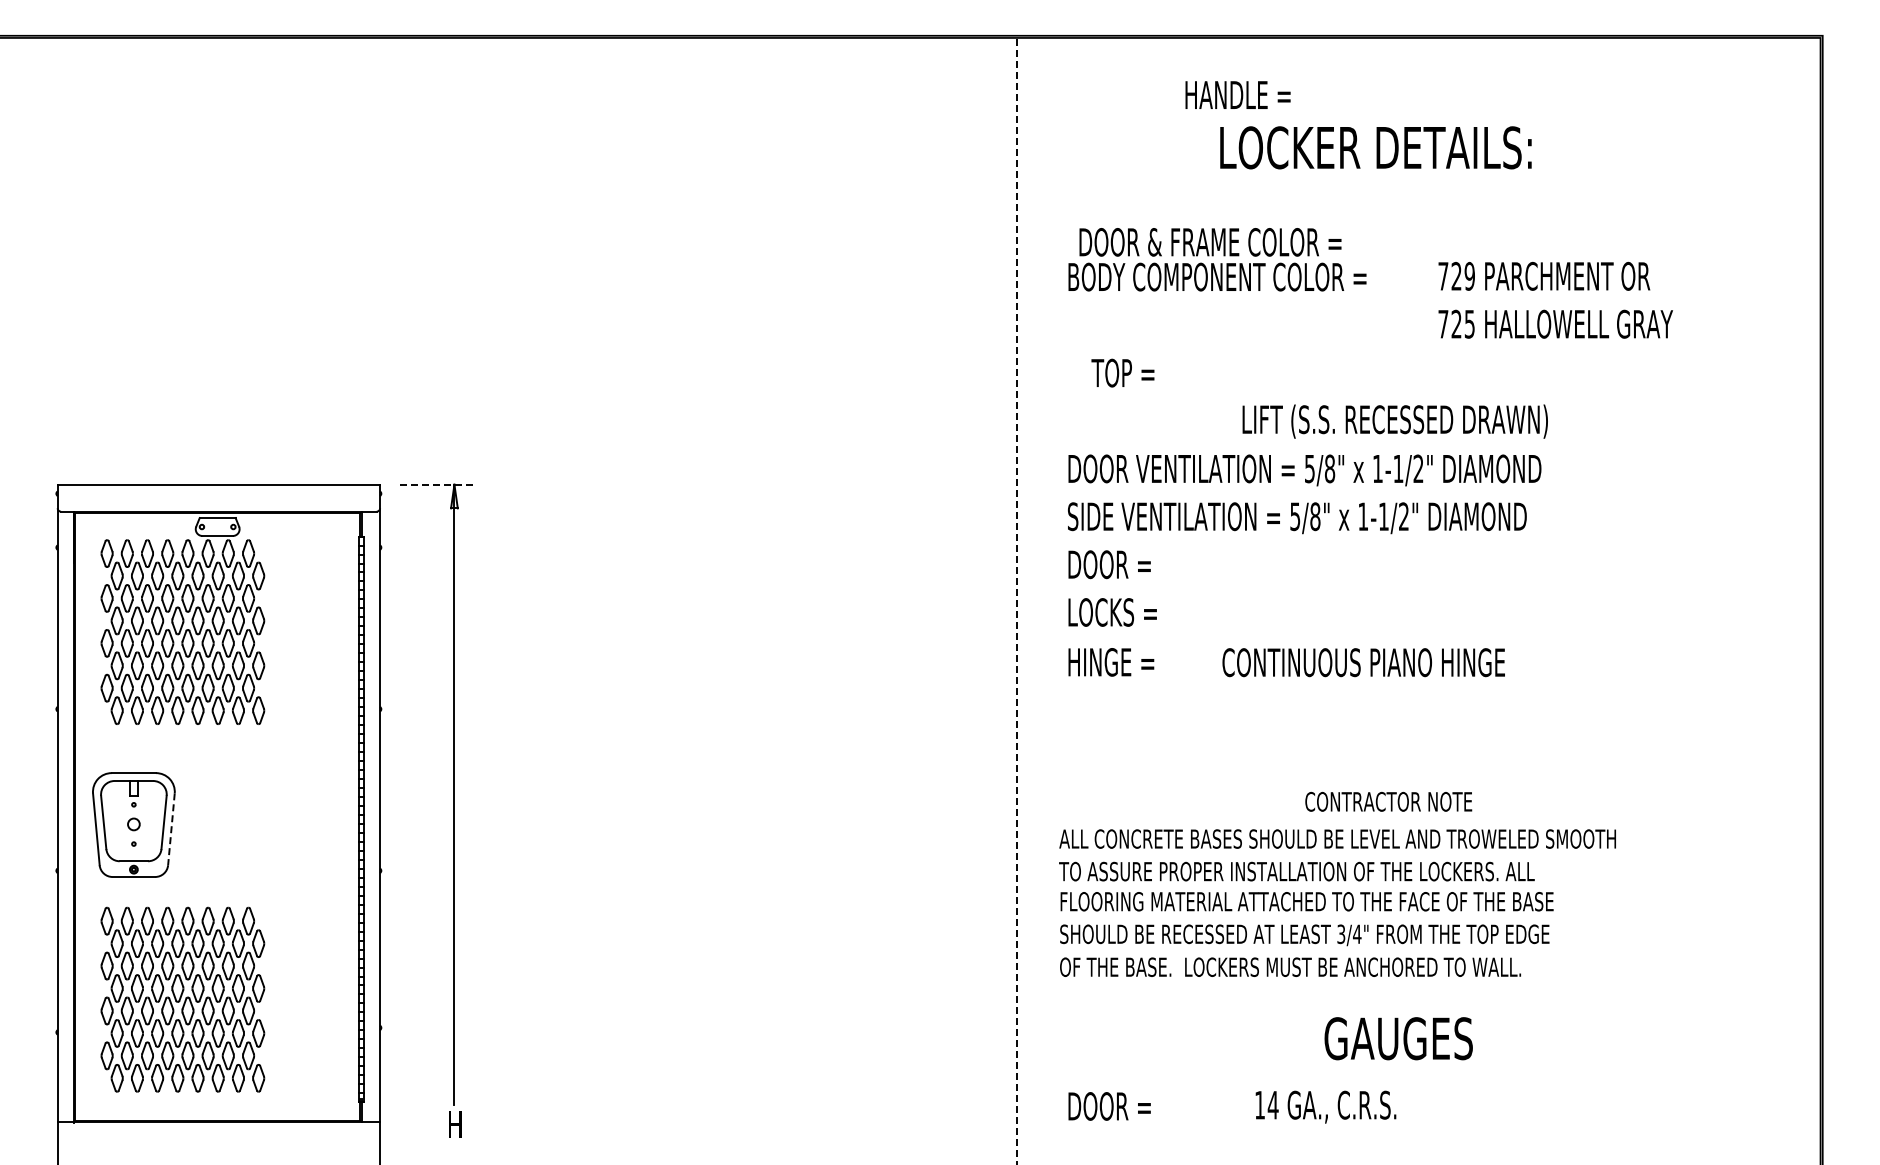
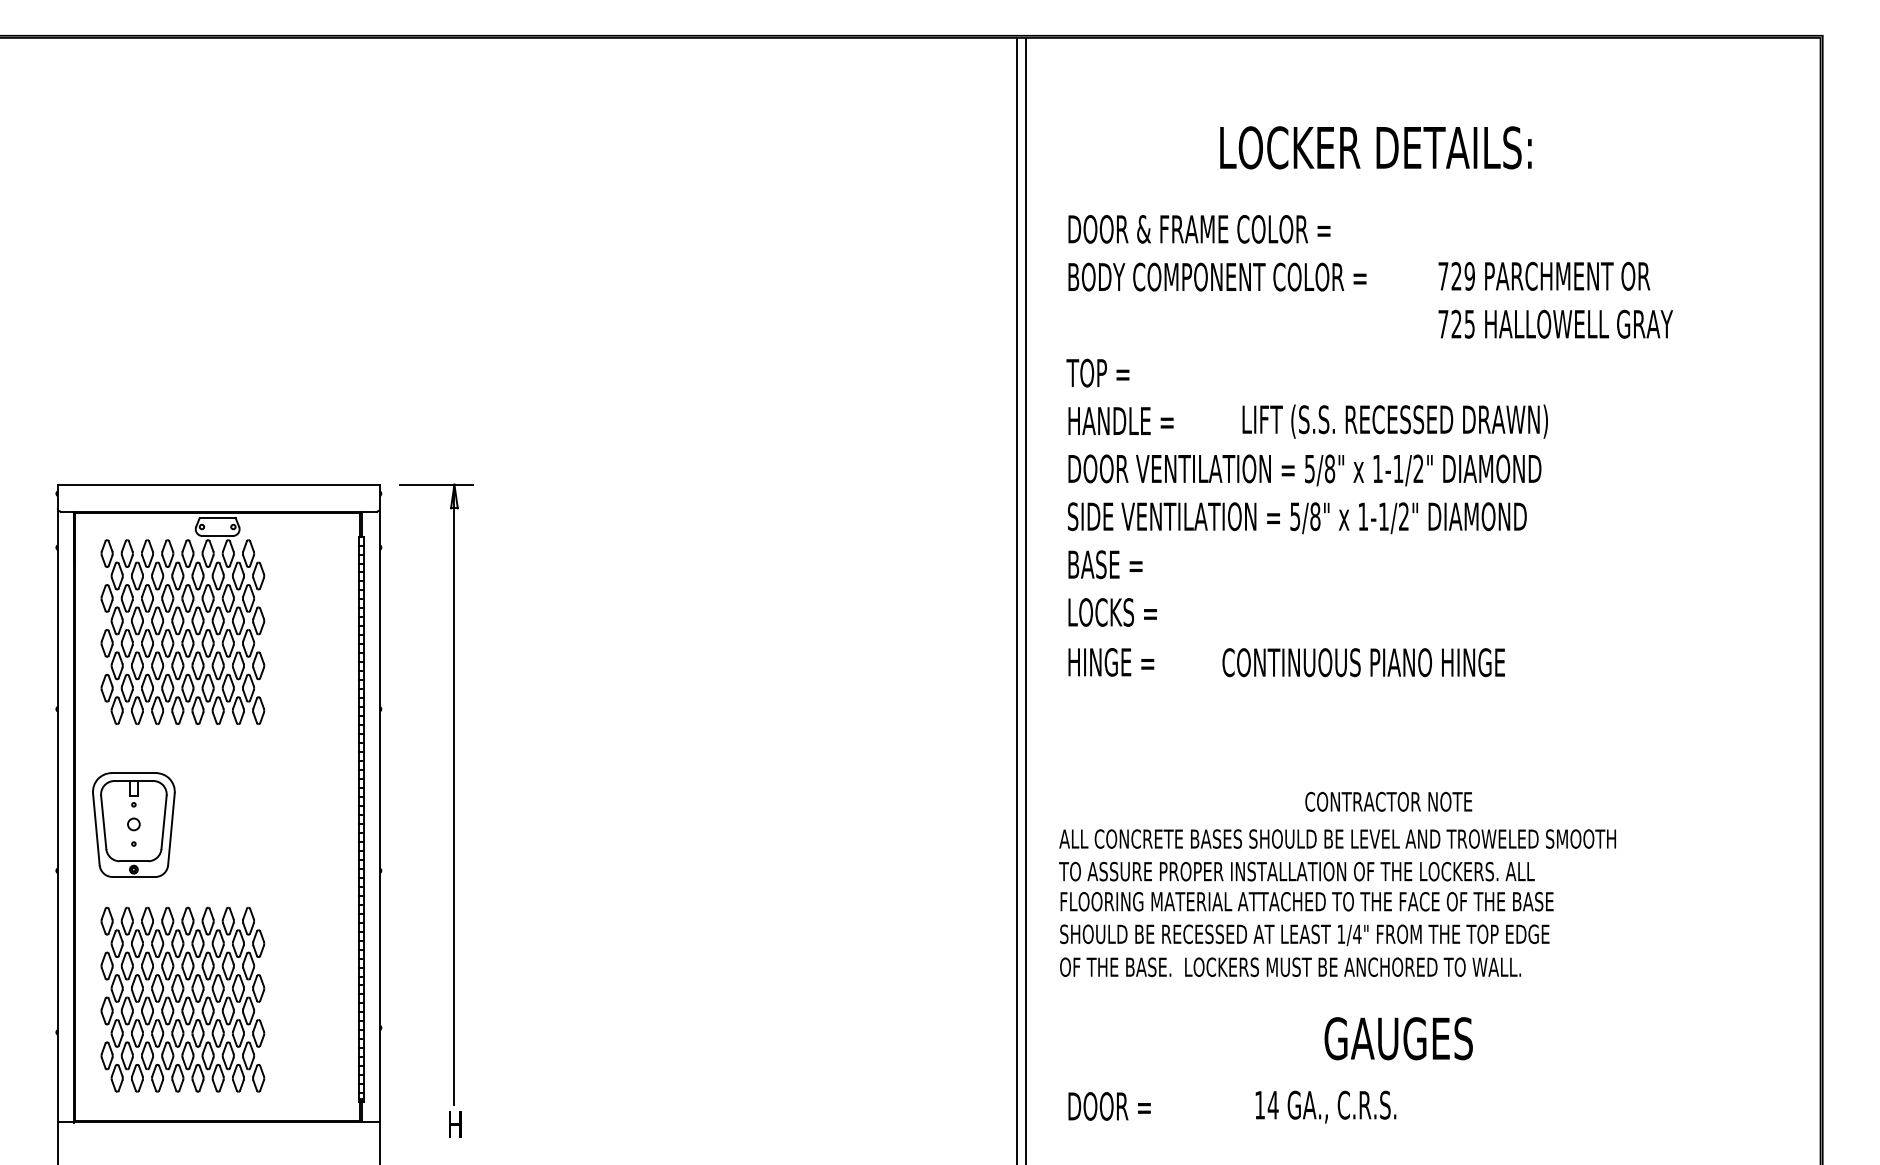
text at (1237, 94) position: (1237, 94) -> (1120, 420)
text at (1210, 242) position: (1210, 242) -> (1199, 229)
text at (1122, 372) position: (1122, 372) -> (1097, 372)
line at (436, 484): dashed -> solid
text at (1110, 564): DOOR = -> BASE =
line at (1025, 599): none -> present
line at (1017, 601): dashed -> solid
line at (171, 829): dashed -> solid
text at (1341, 934): 3/4" -> 1/4"
